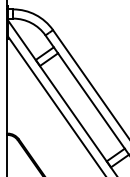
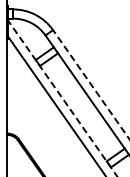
line at (91, 84): solid -> dashed
line at (62, 97): solid -> dashed
